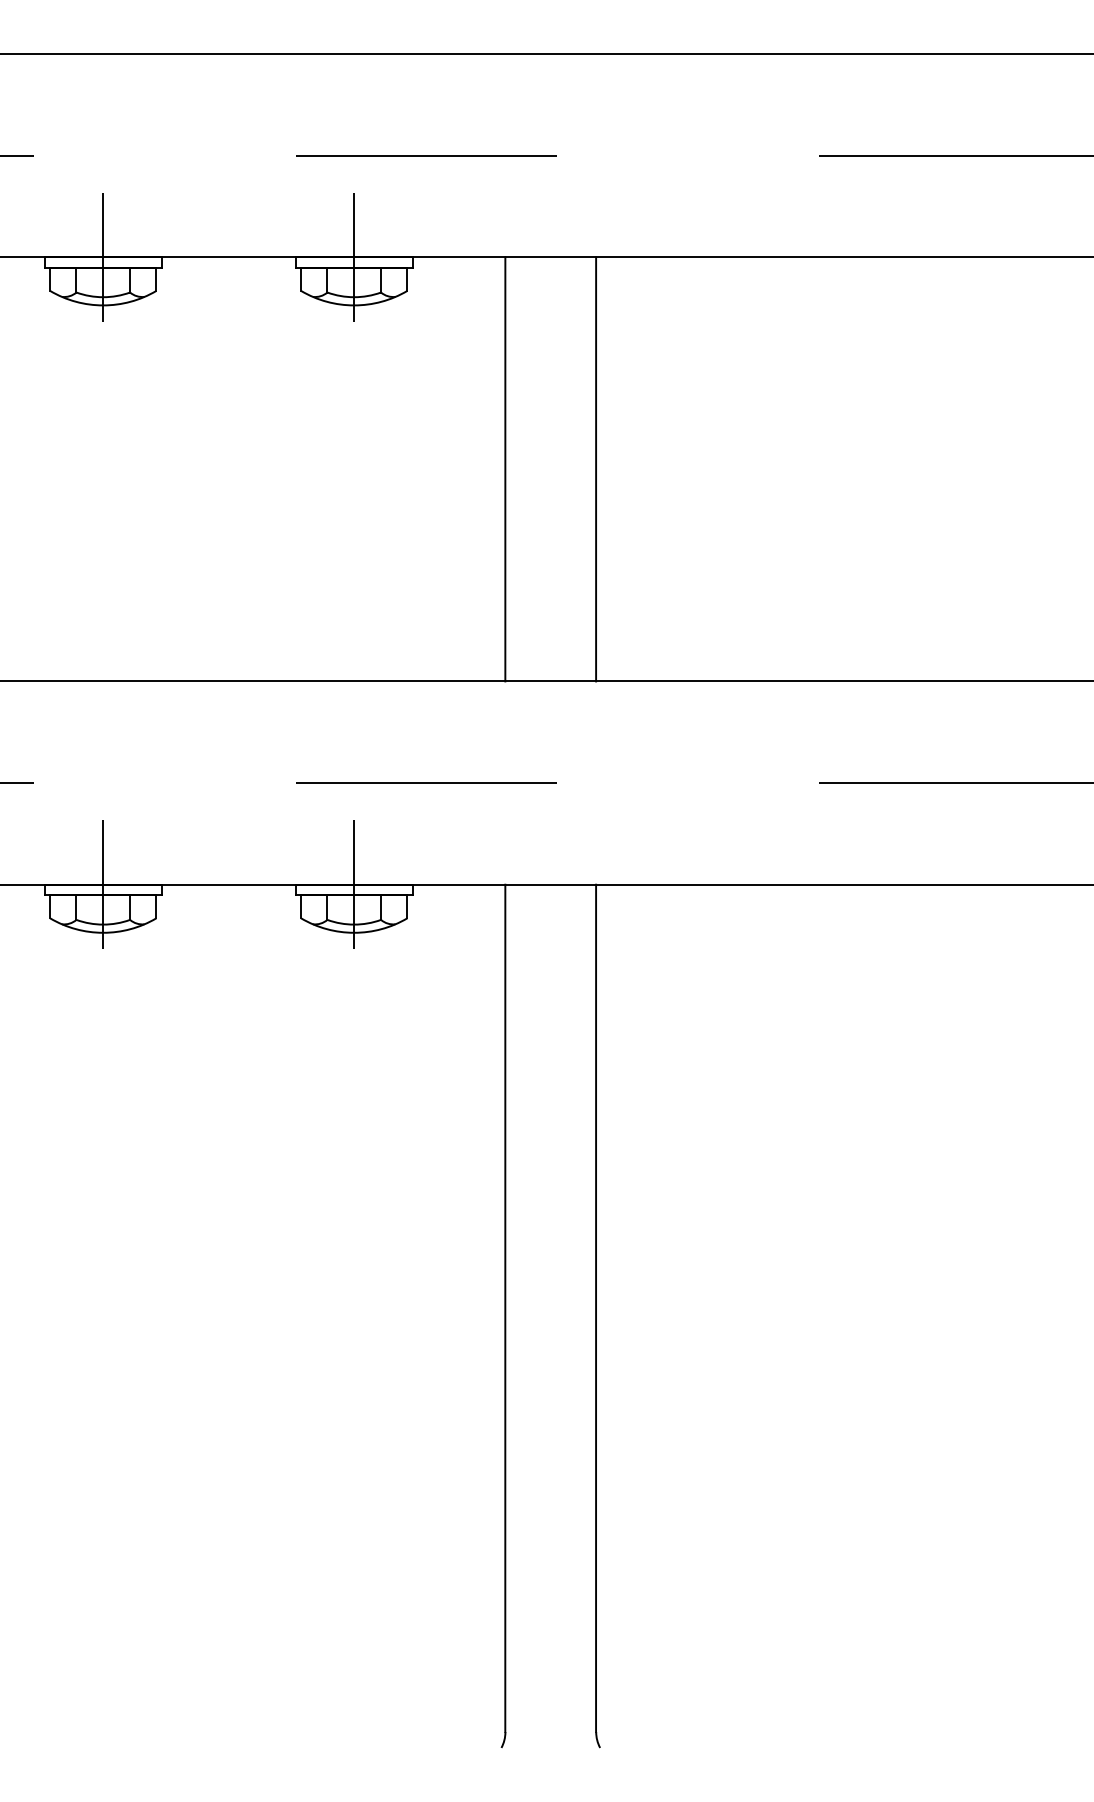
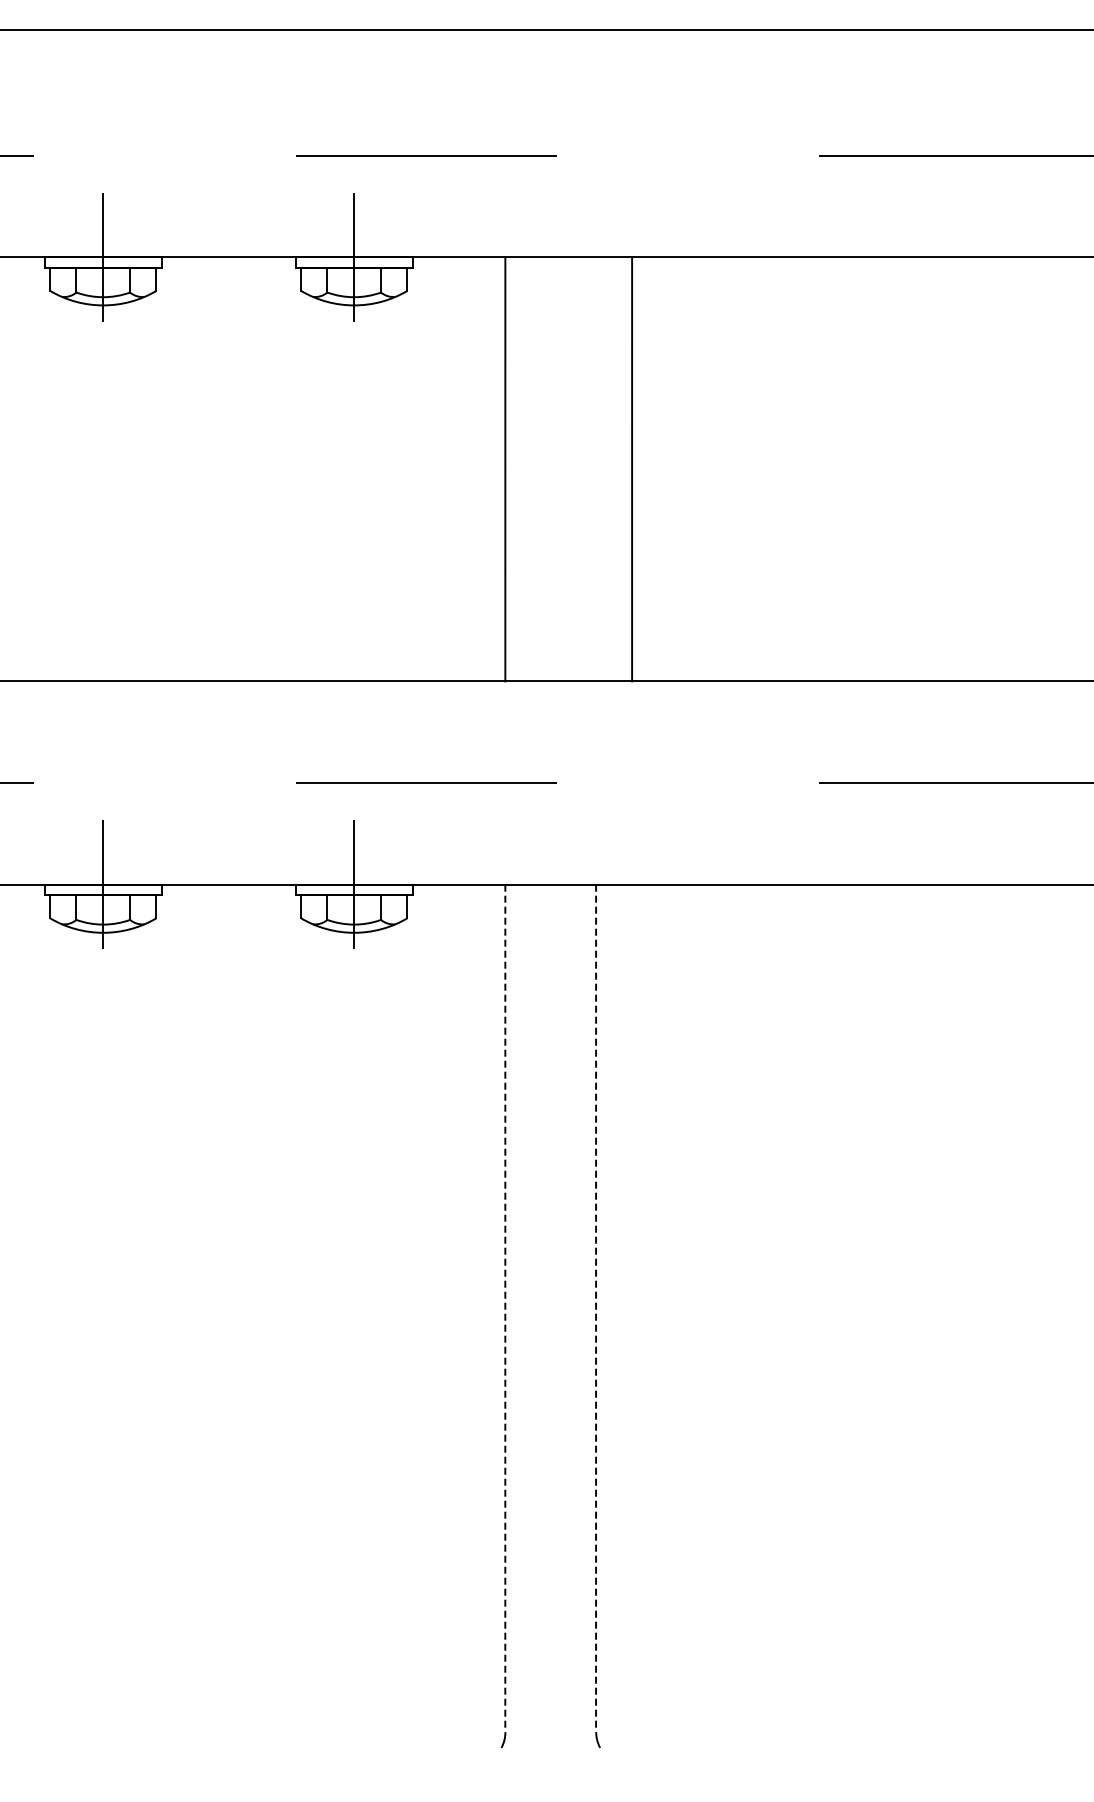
line at (546, 54) position: (546, 54) -> (546, 30)
line at (596, 469) position: (596, 469) -> (632, 469)
line at (505, 1308): solid -> dashed
line at (596, 1308): solid -> dashed
